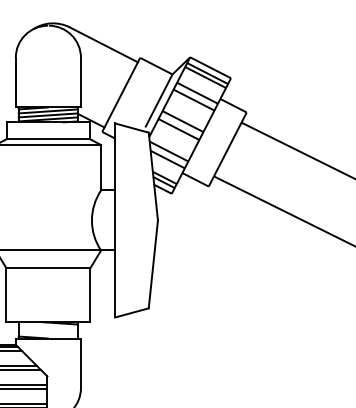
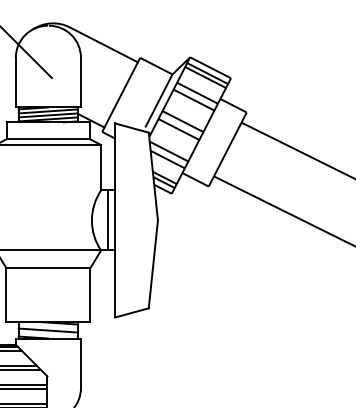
line at (26, 53): none -> present
line at (107, 220): none -> present
line at (48, 330): none -> present
